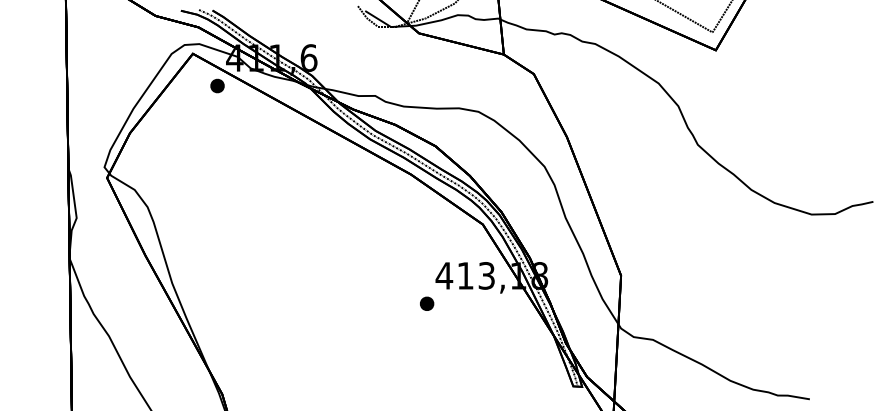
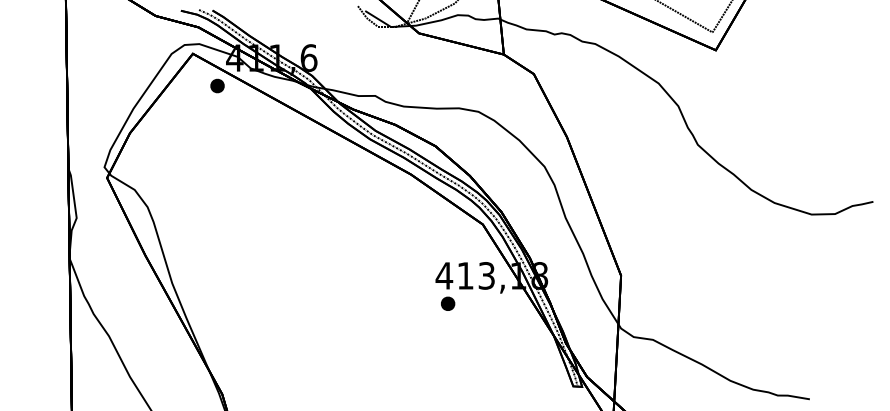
part at (427, 303) position: (427, 303) -> (448, 303)
